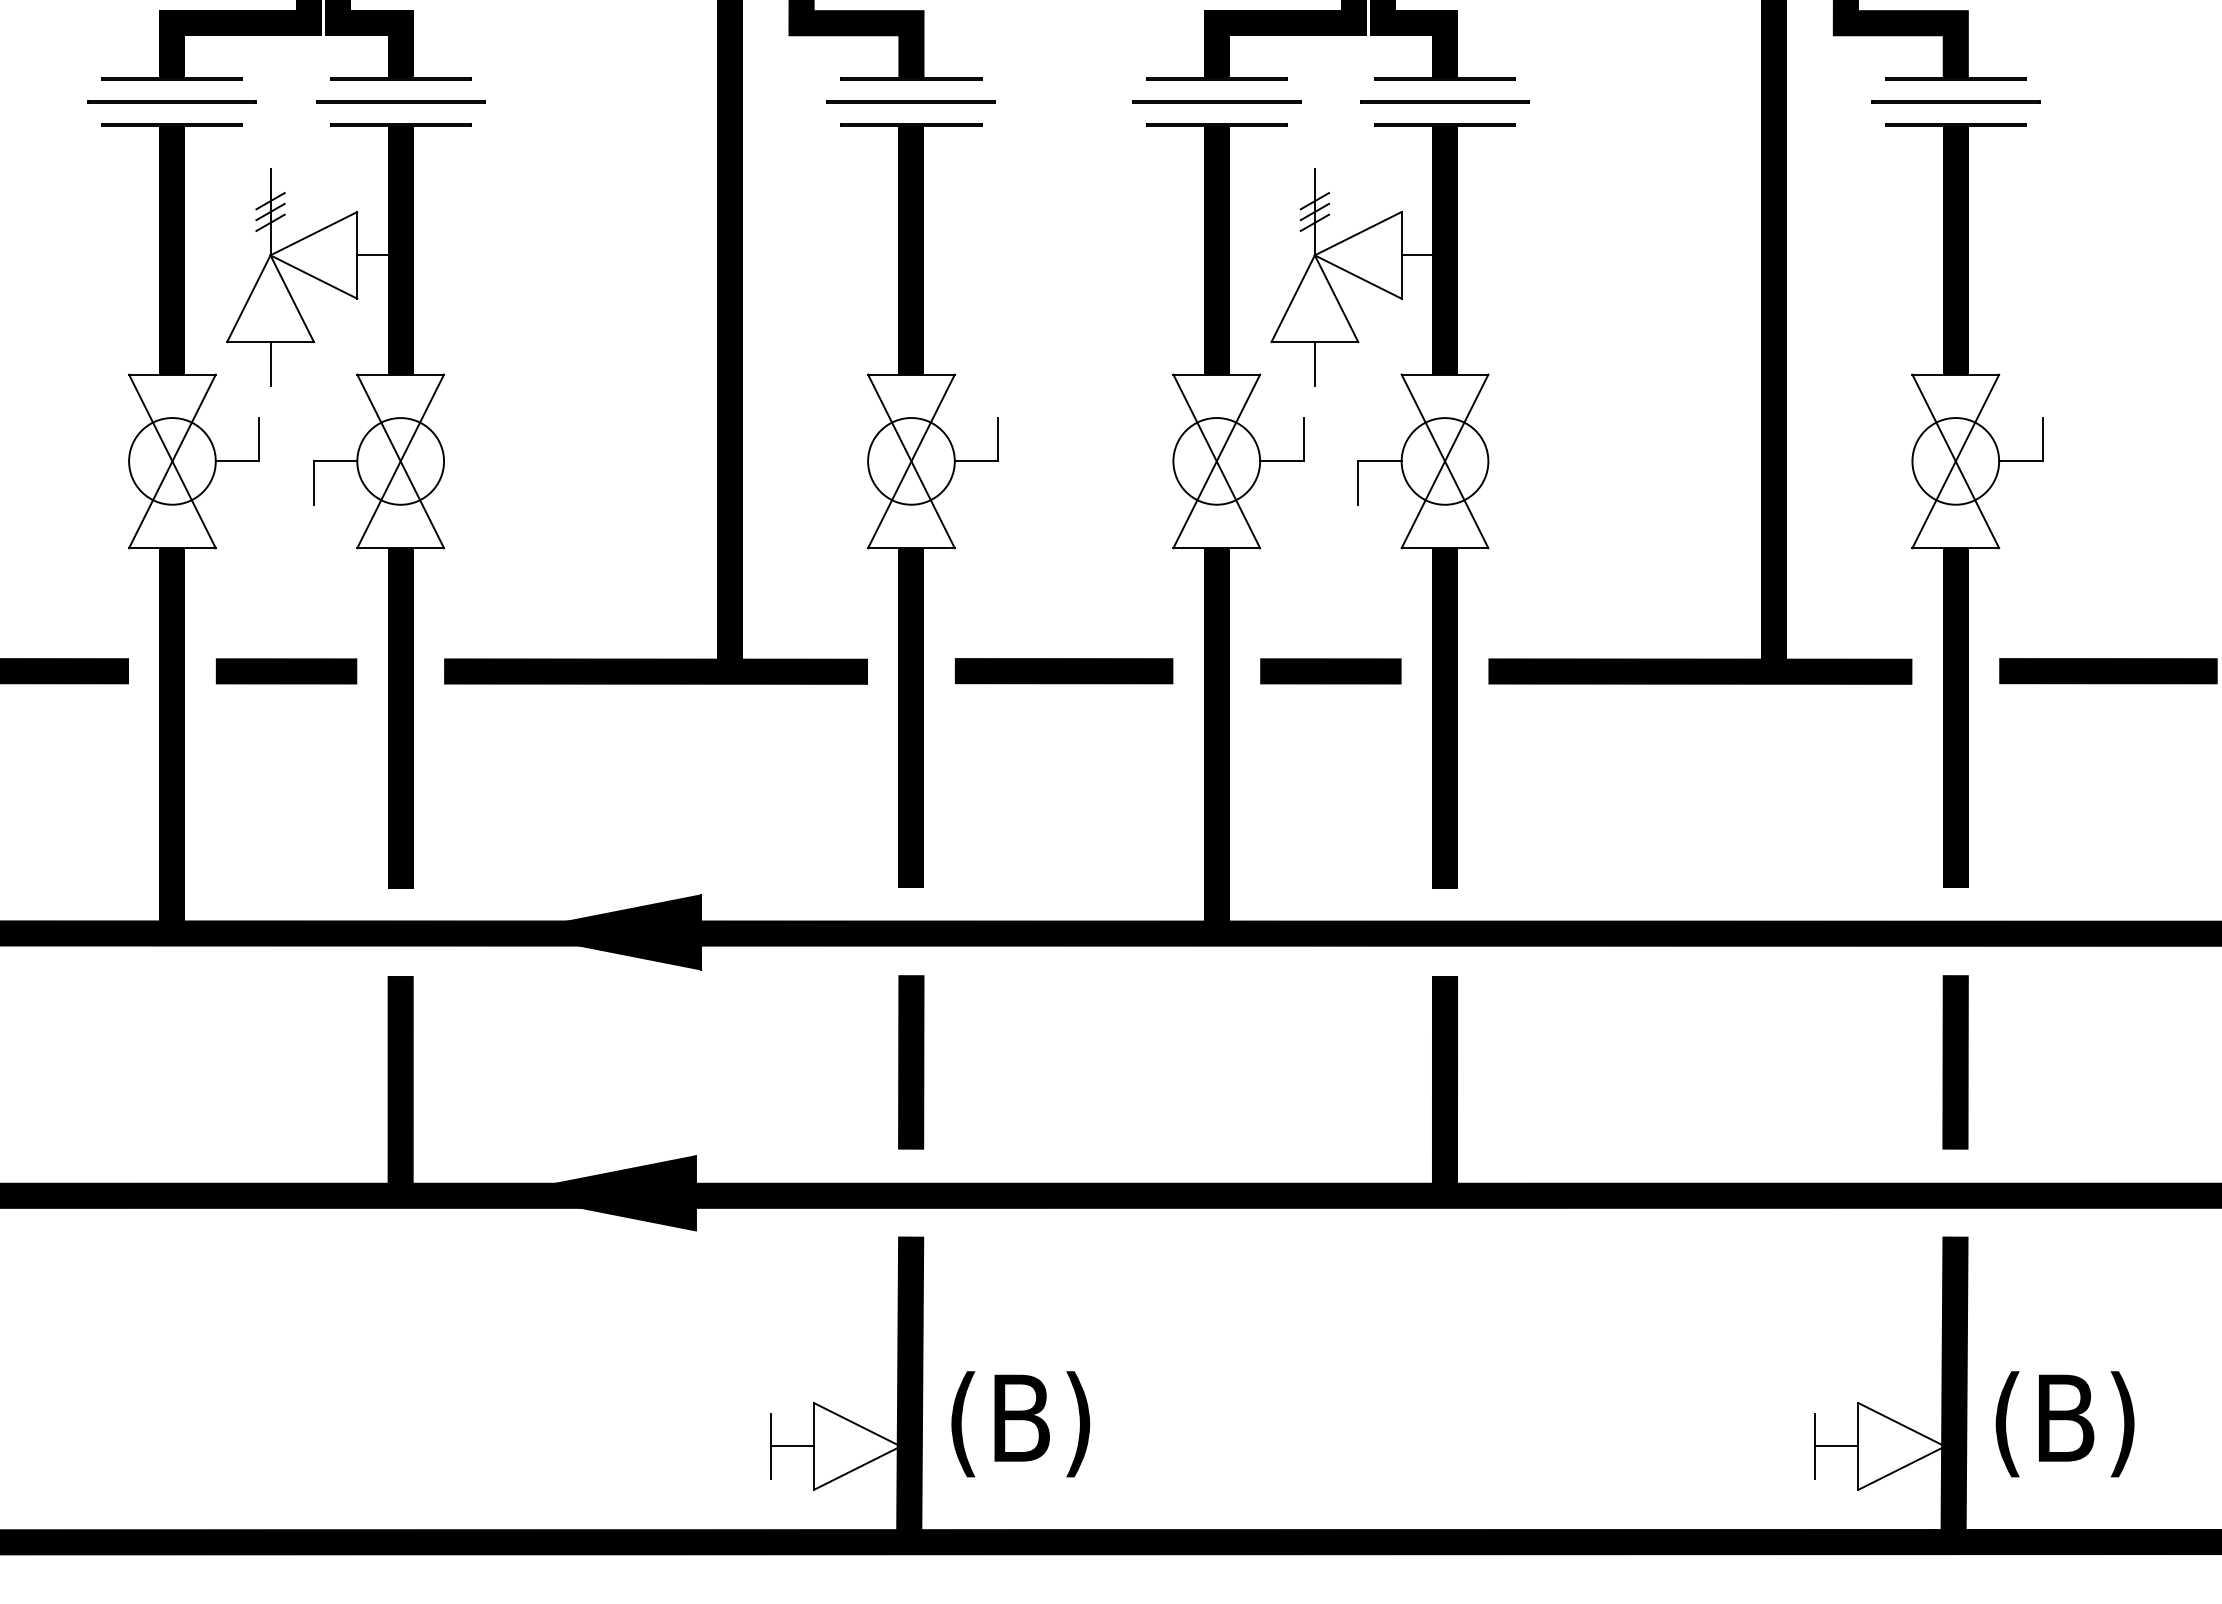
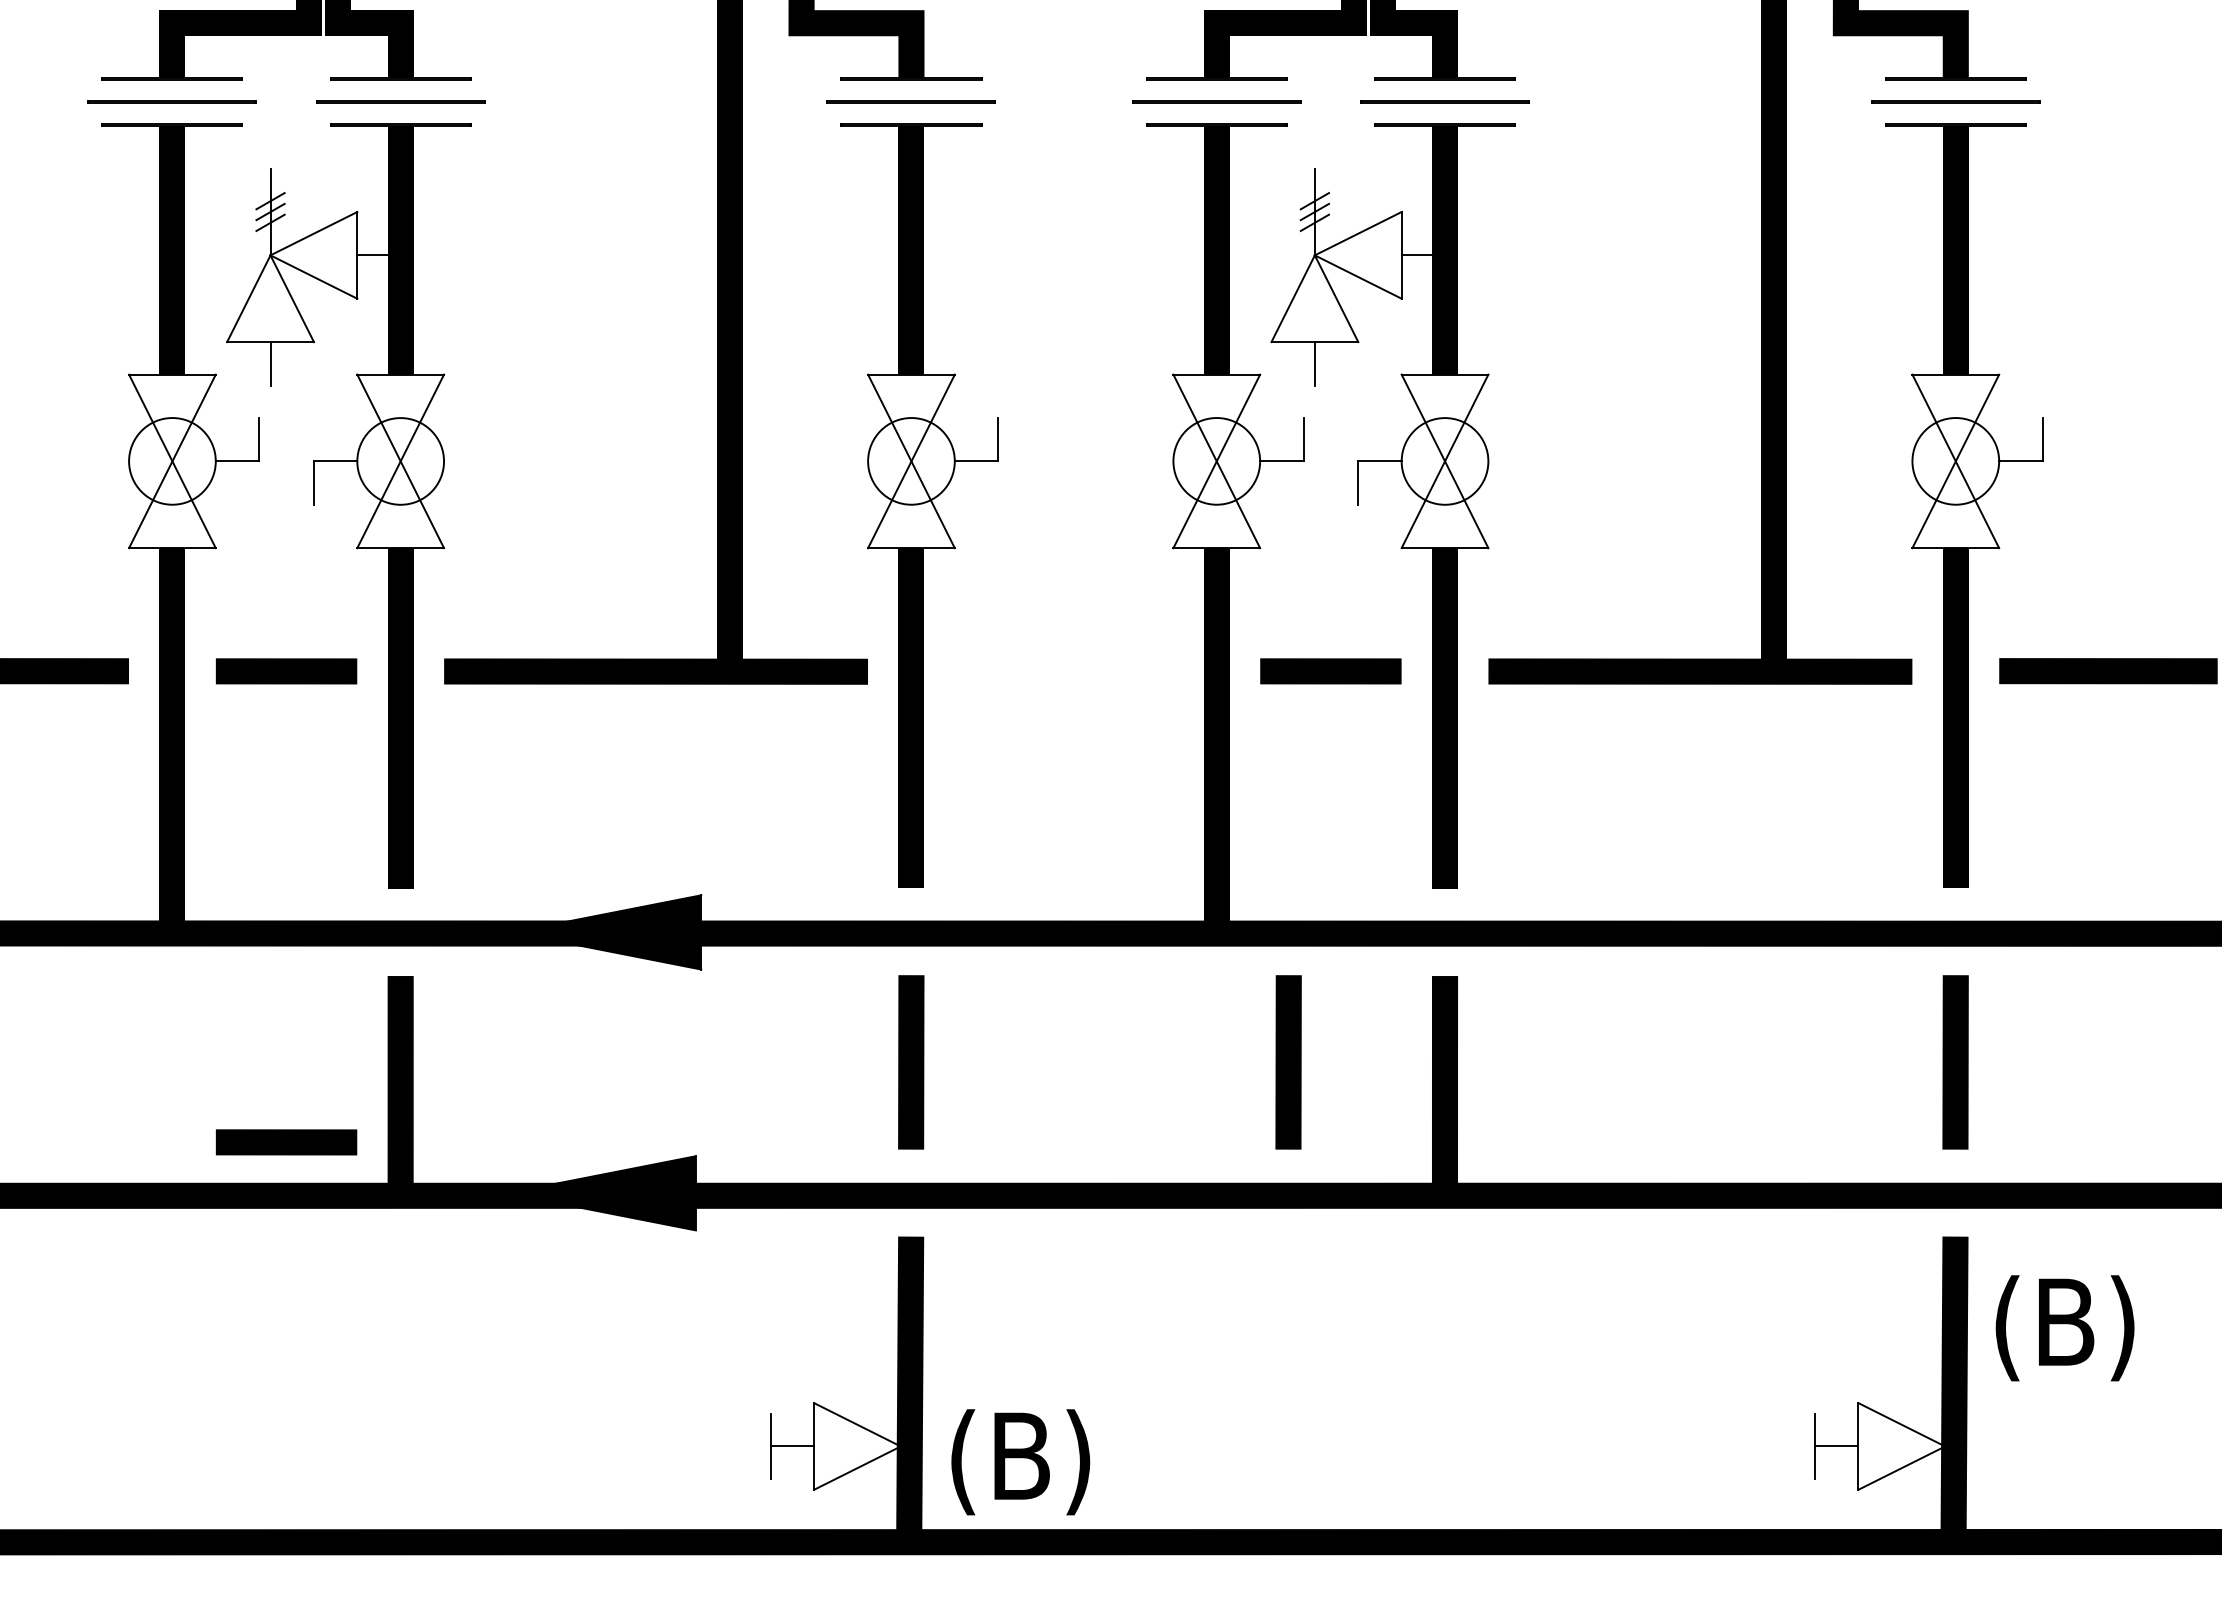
line at (1064, 671): present -> none
line at (1288, 1062): none -> present
line at (286, 1142): none -> present
text at (1020, 1424) position: (1020, 1424) -> (1020, 1462)
text at (2064, 1424) position: (2064, 1424) -> (2064, 1328)
